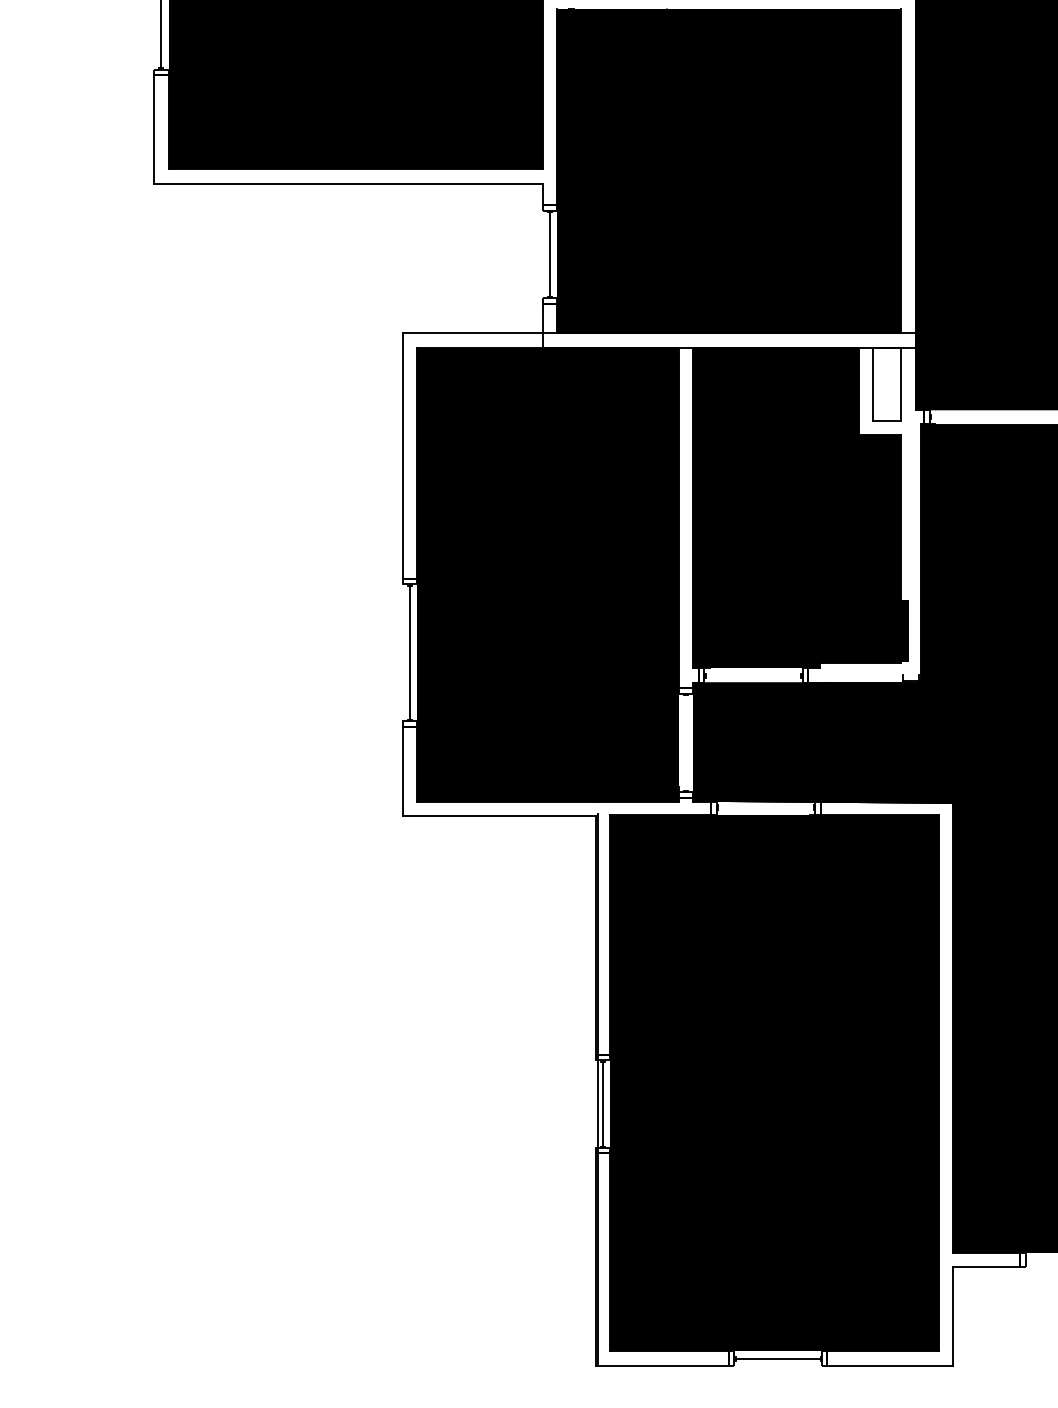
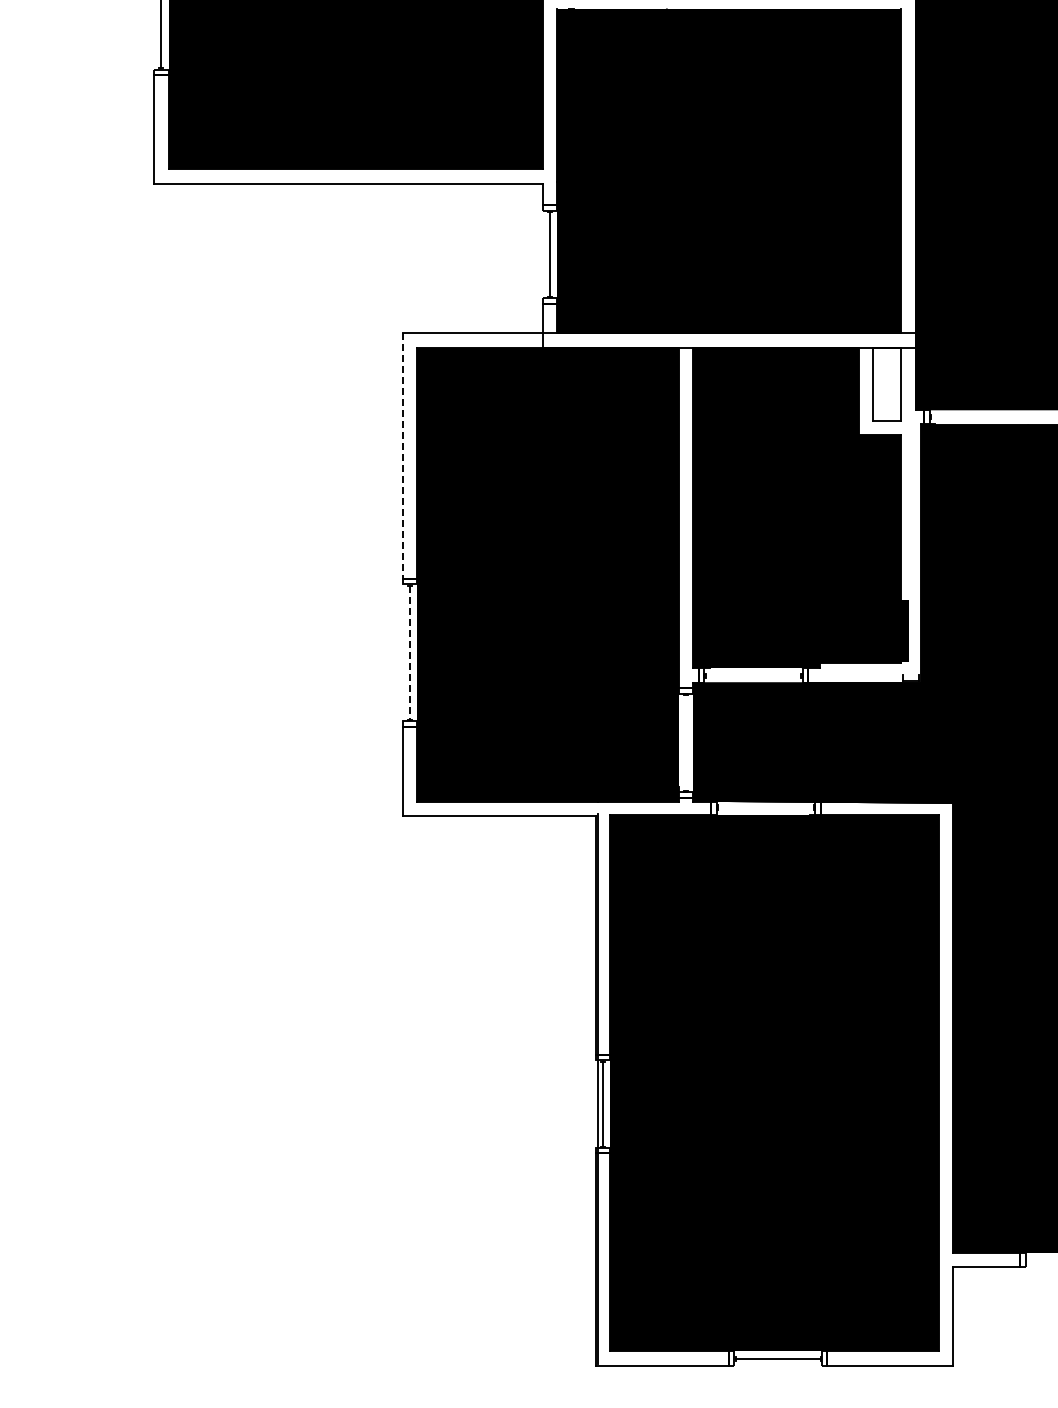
line at (402, 456): solid -> dashed
line at (410, 653): solid -> dashed
